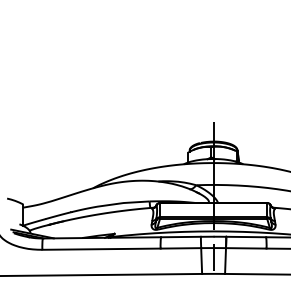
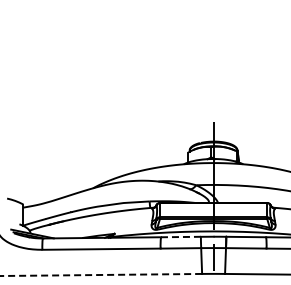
line at (181, 237): solid -> dashed
line at (101, 274): solid -> dashed
